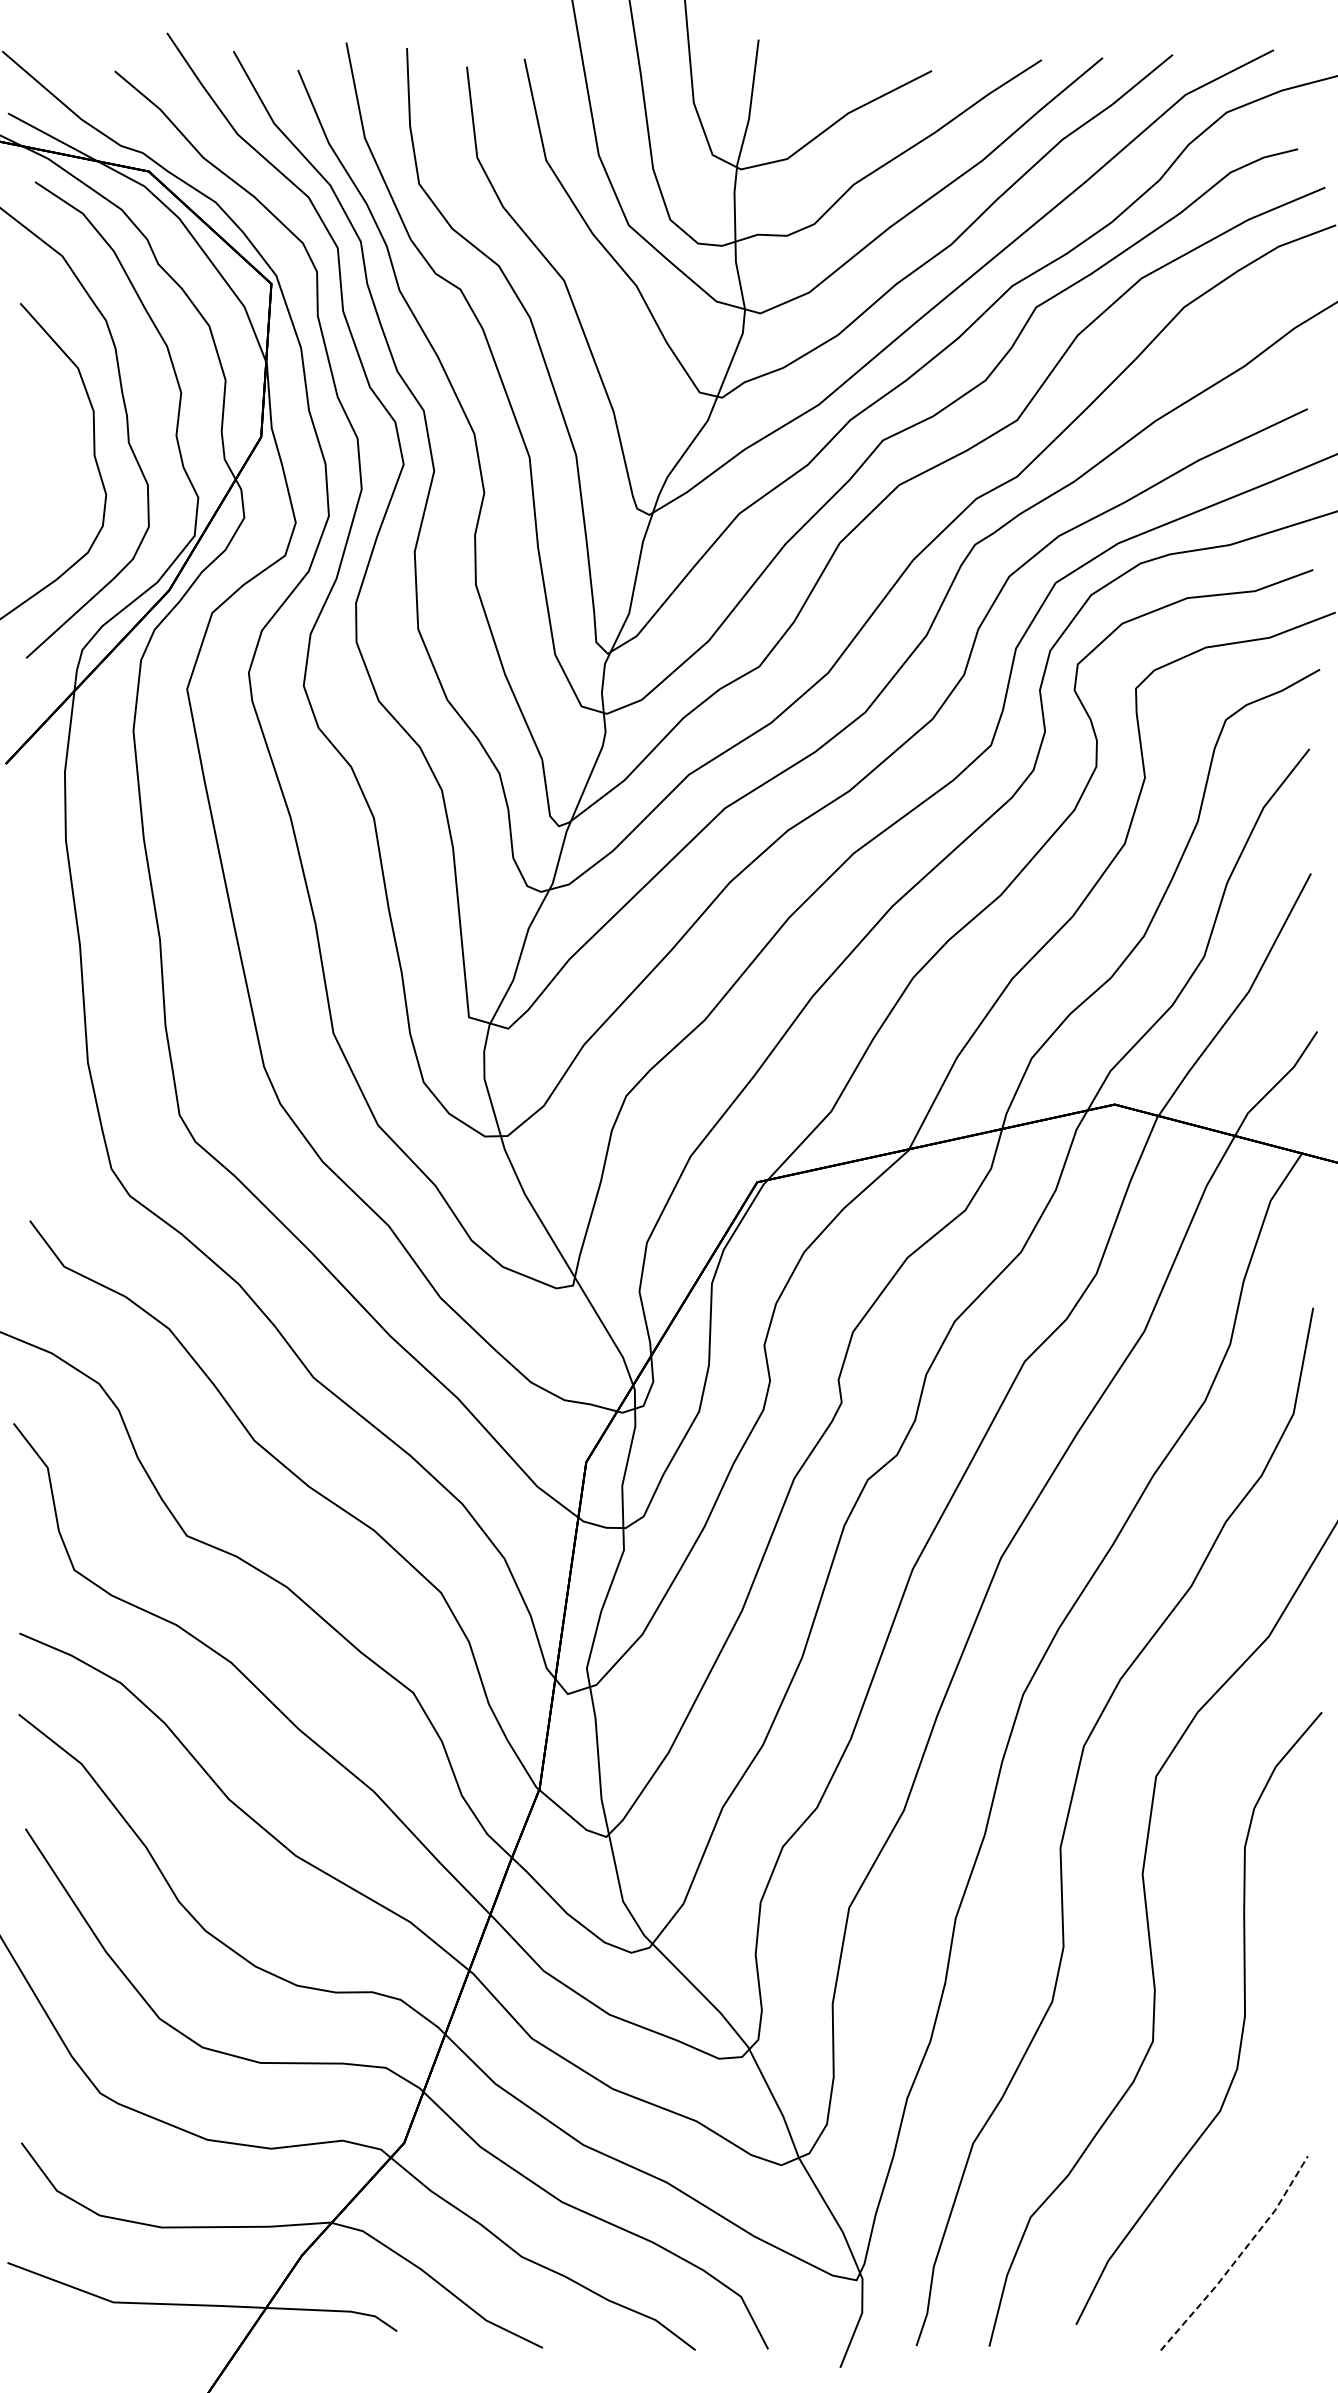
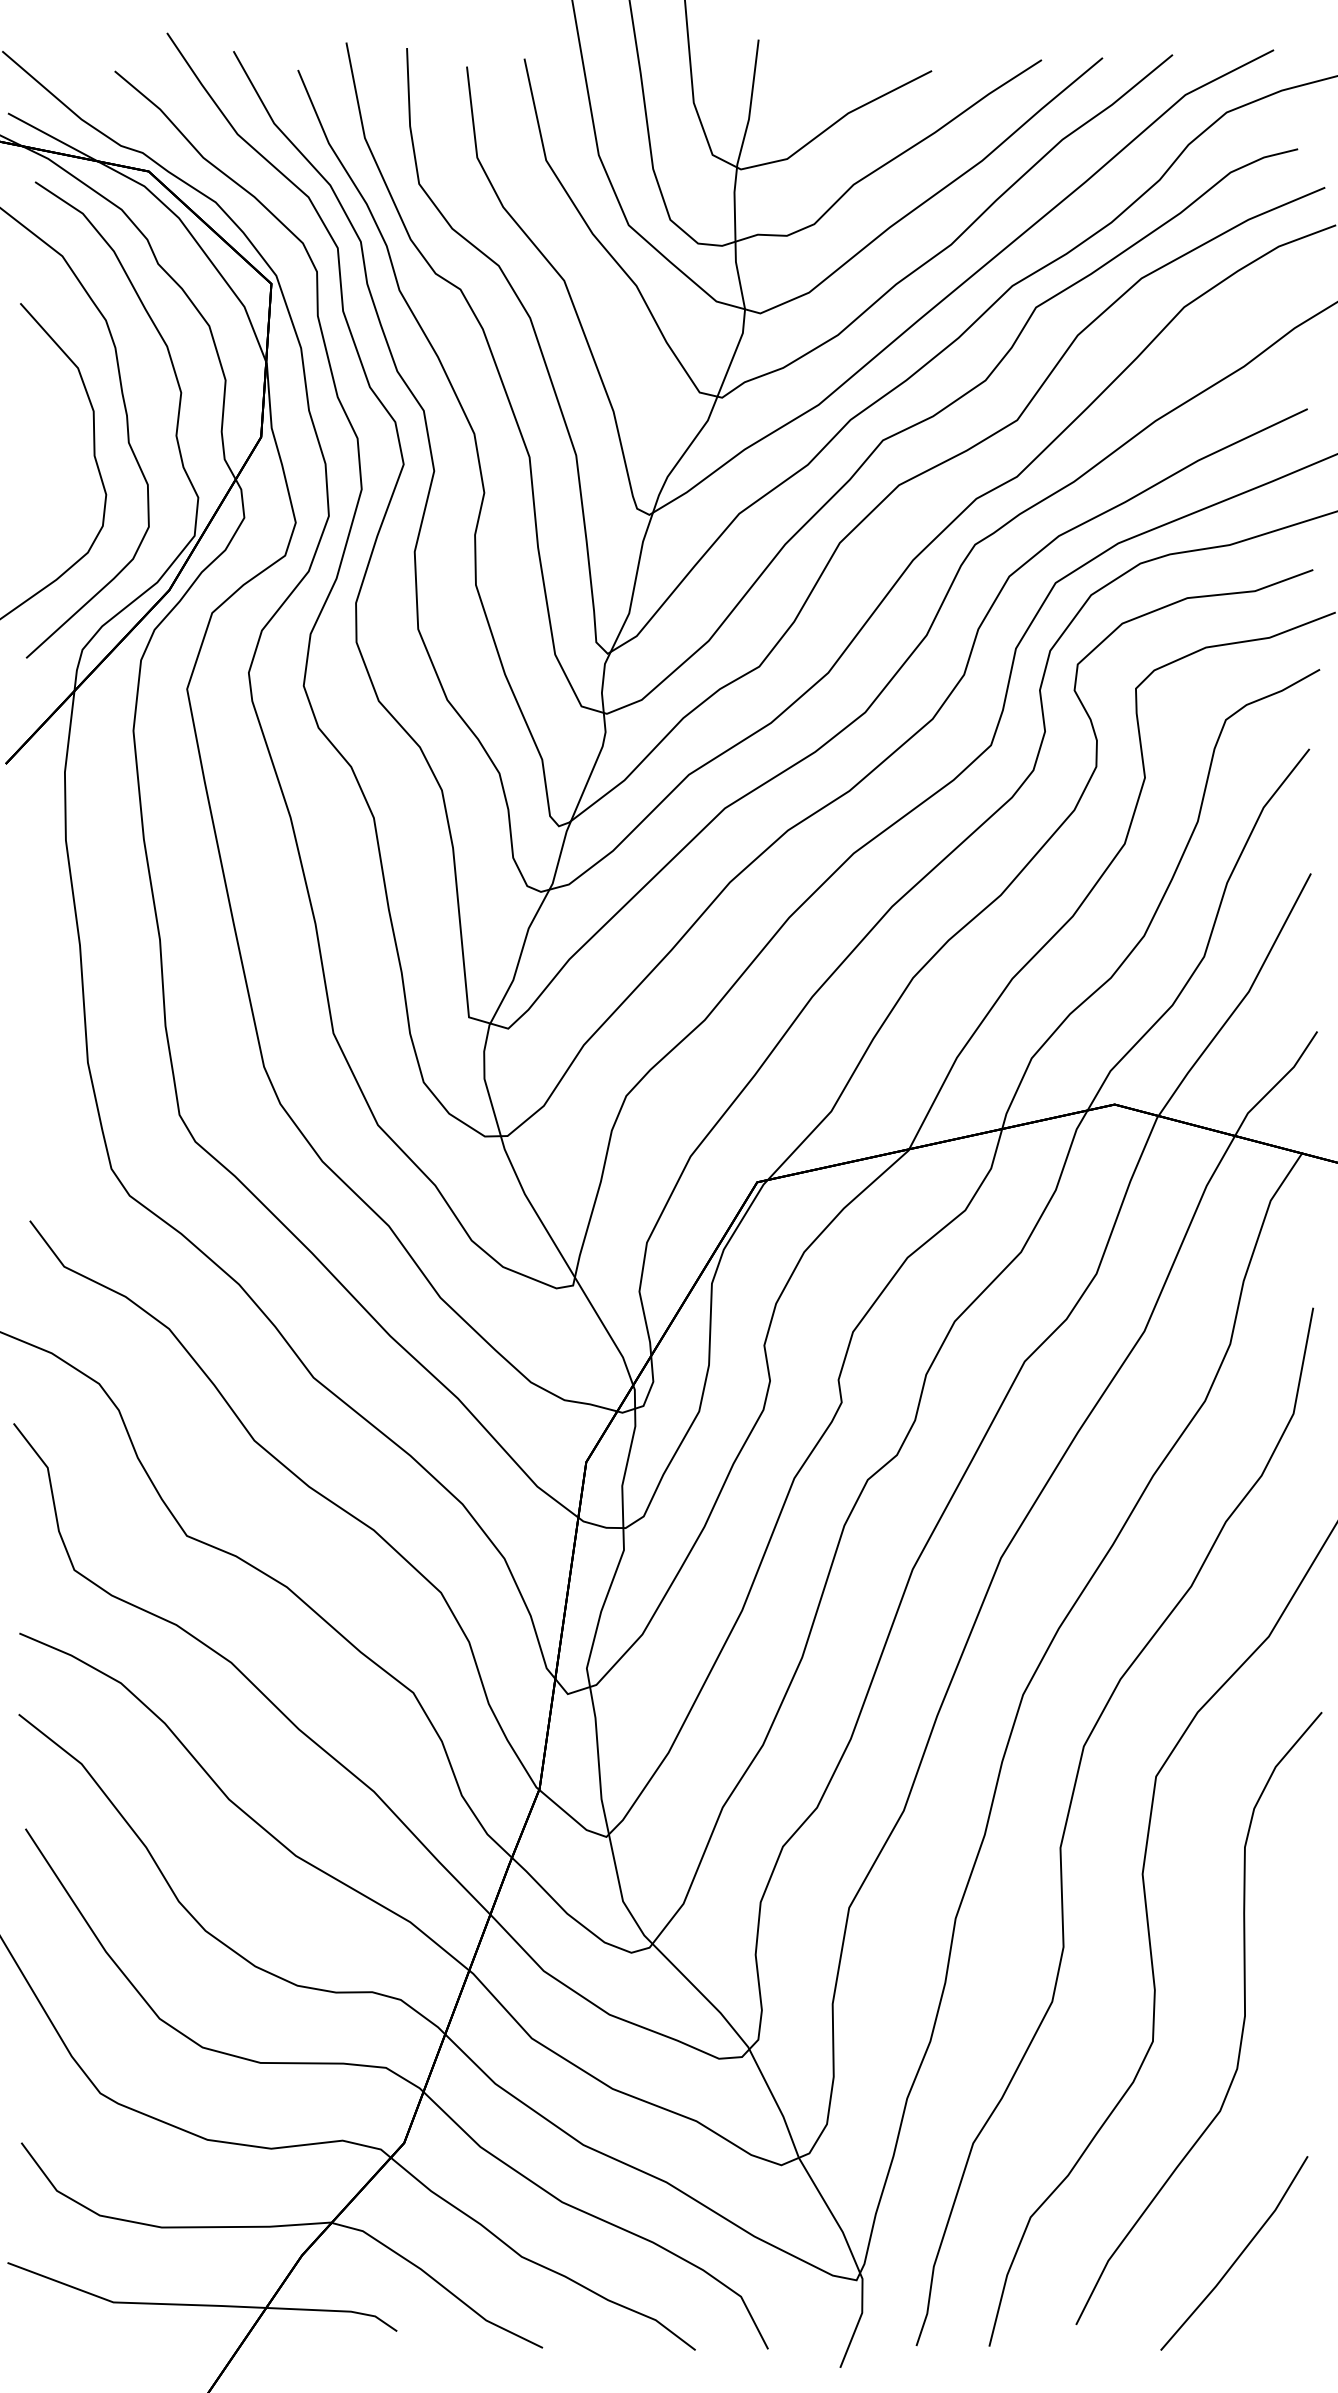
line at (1239, 2256): dashed -> solid
